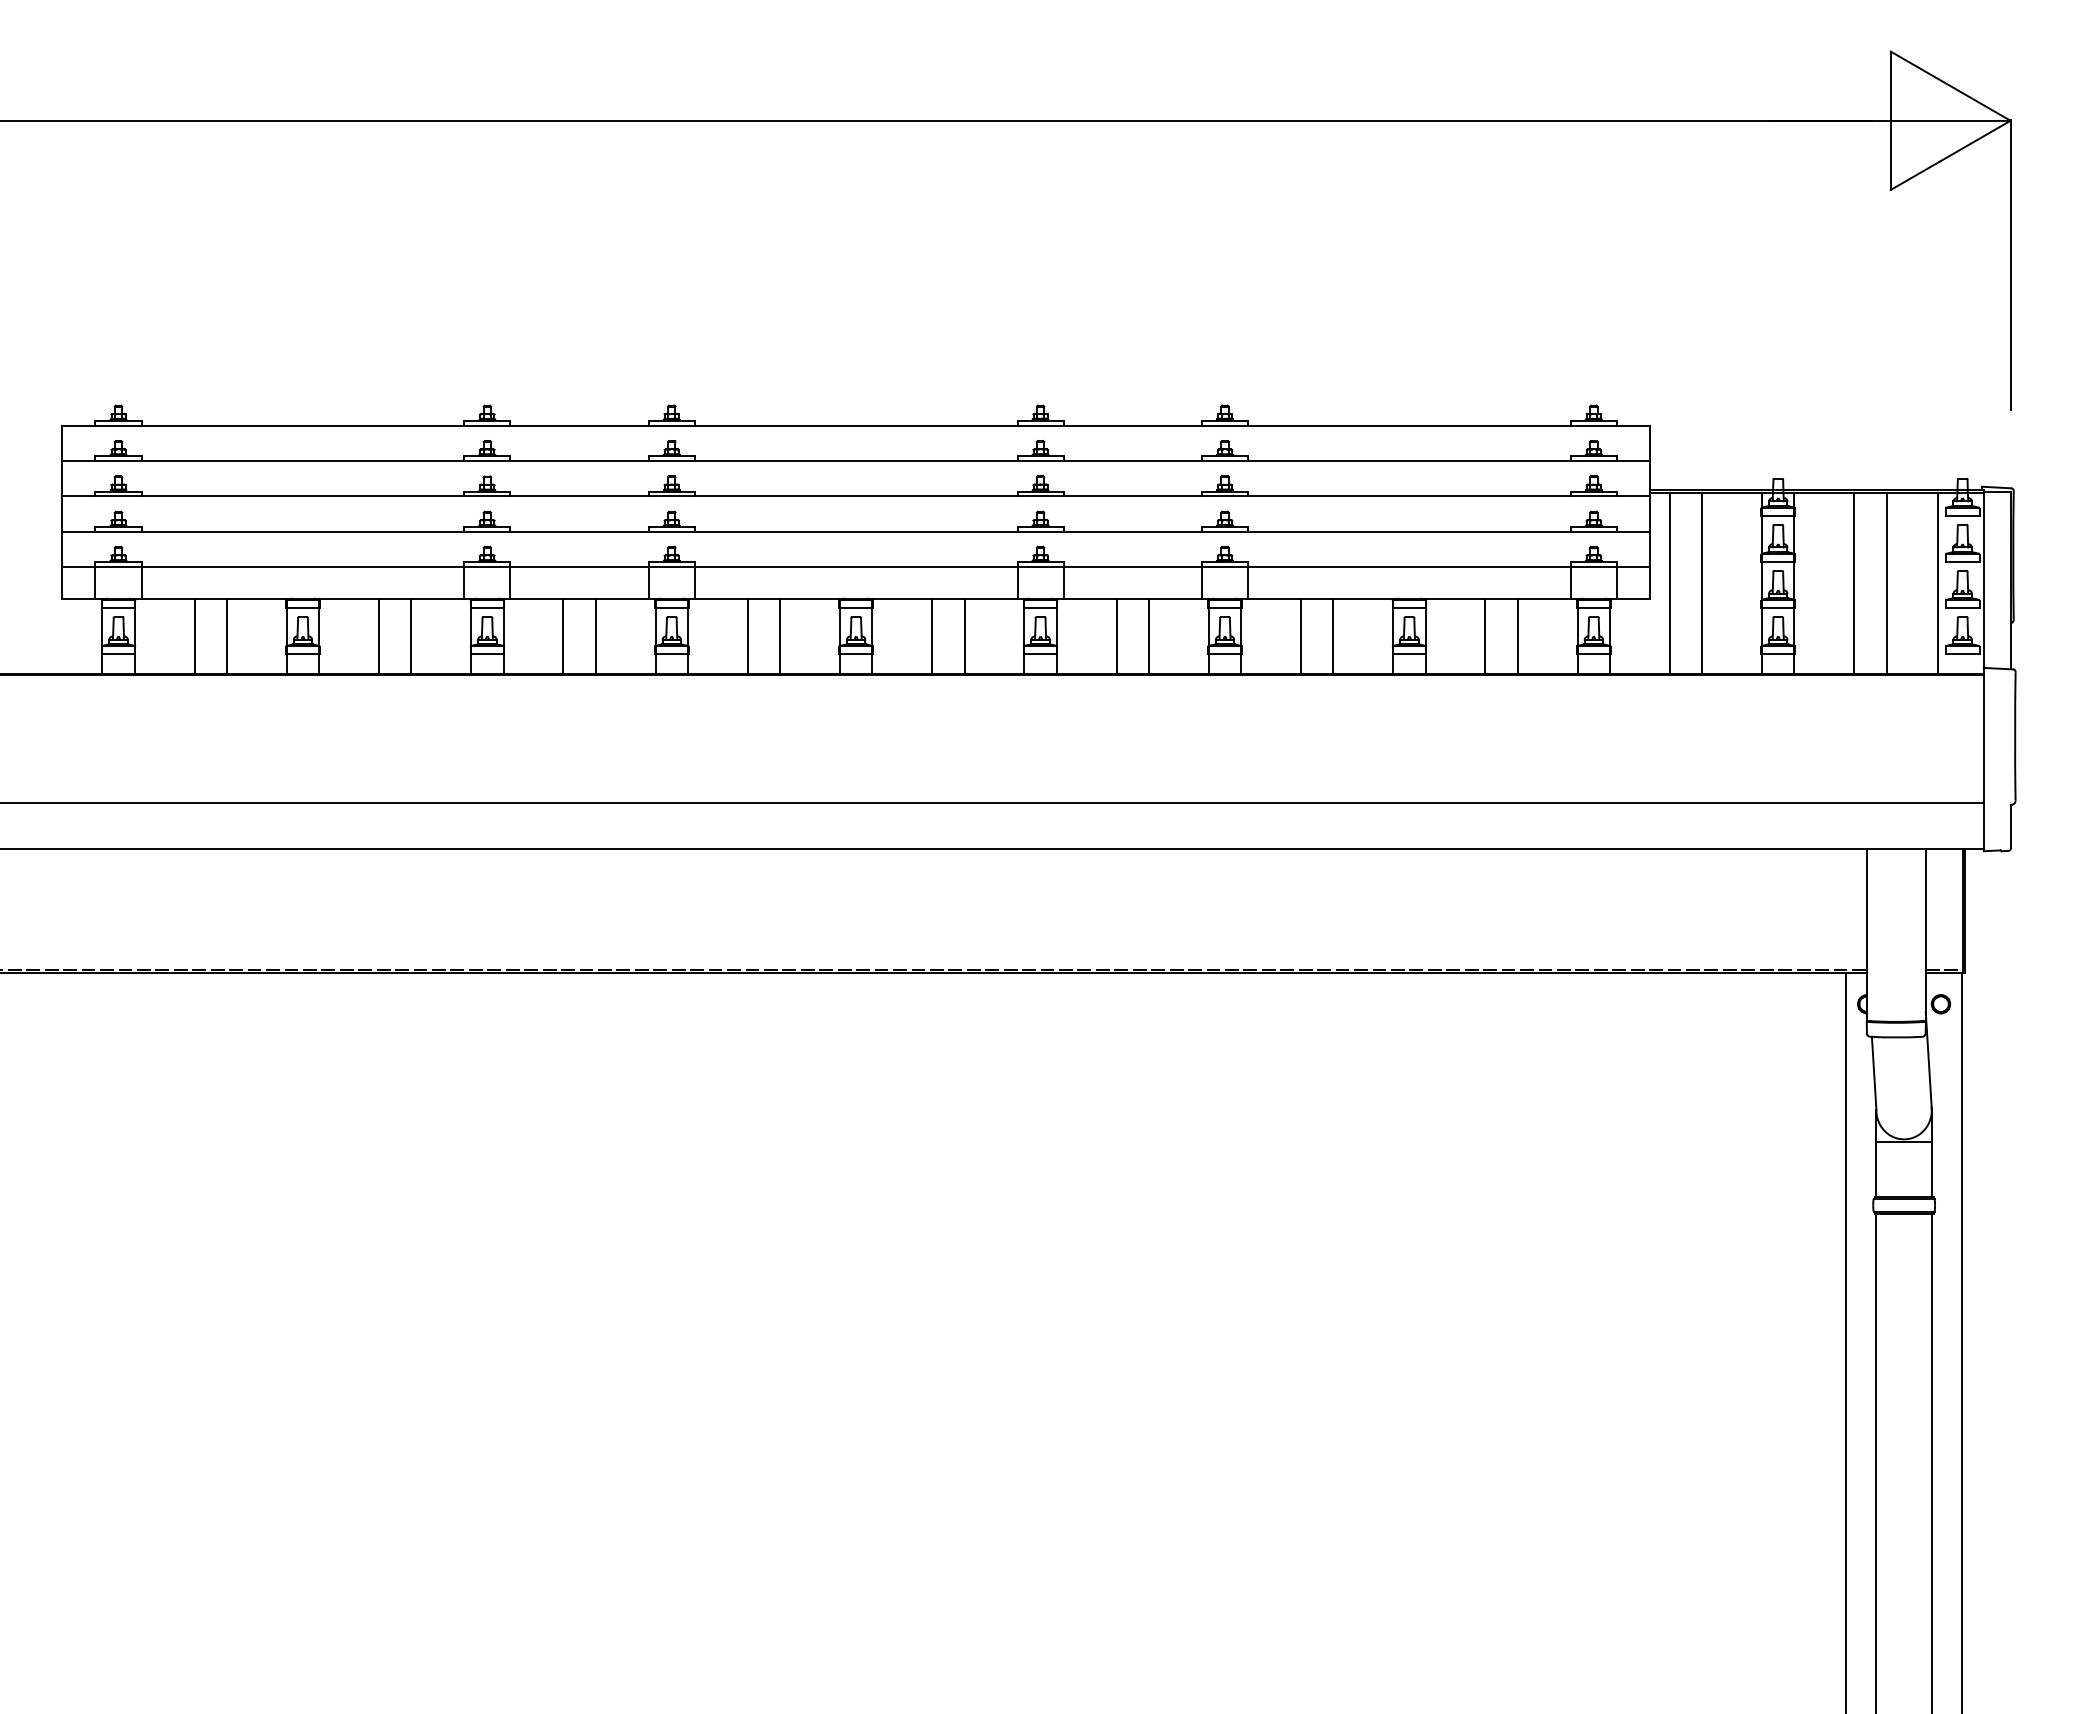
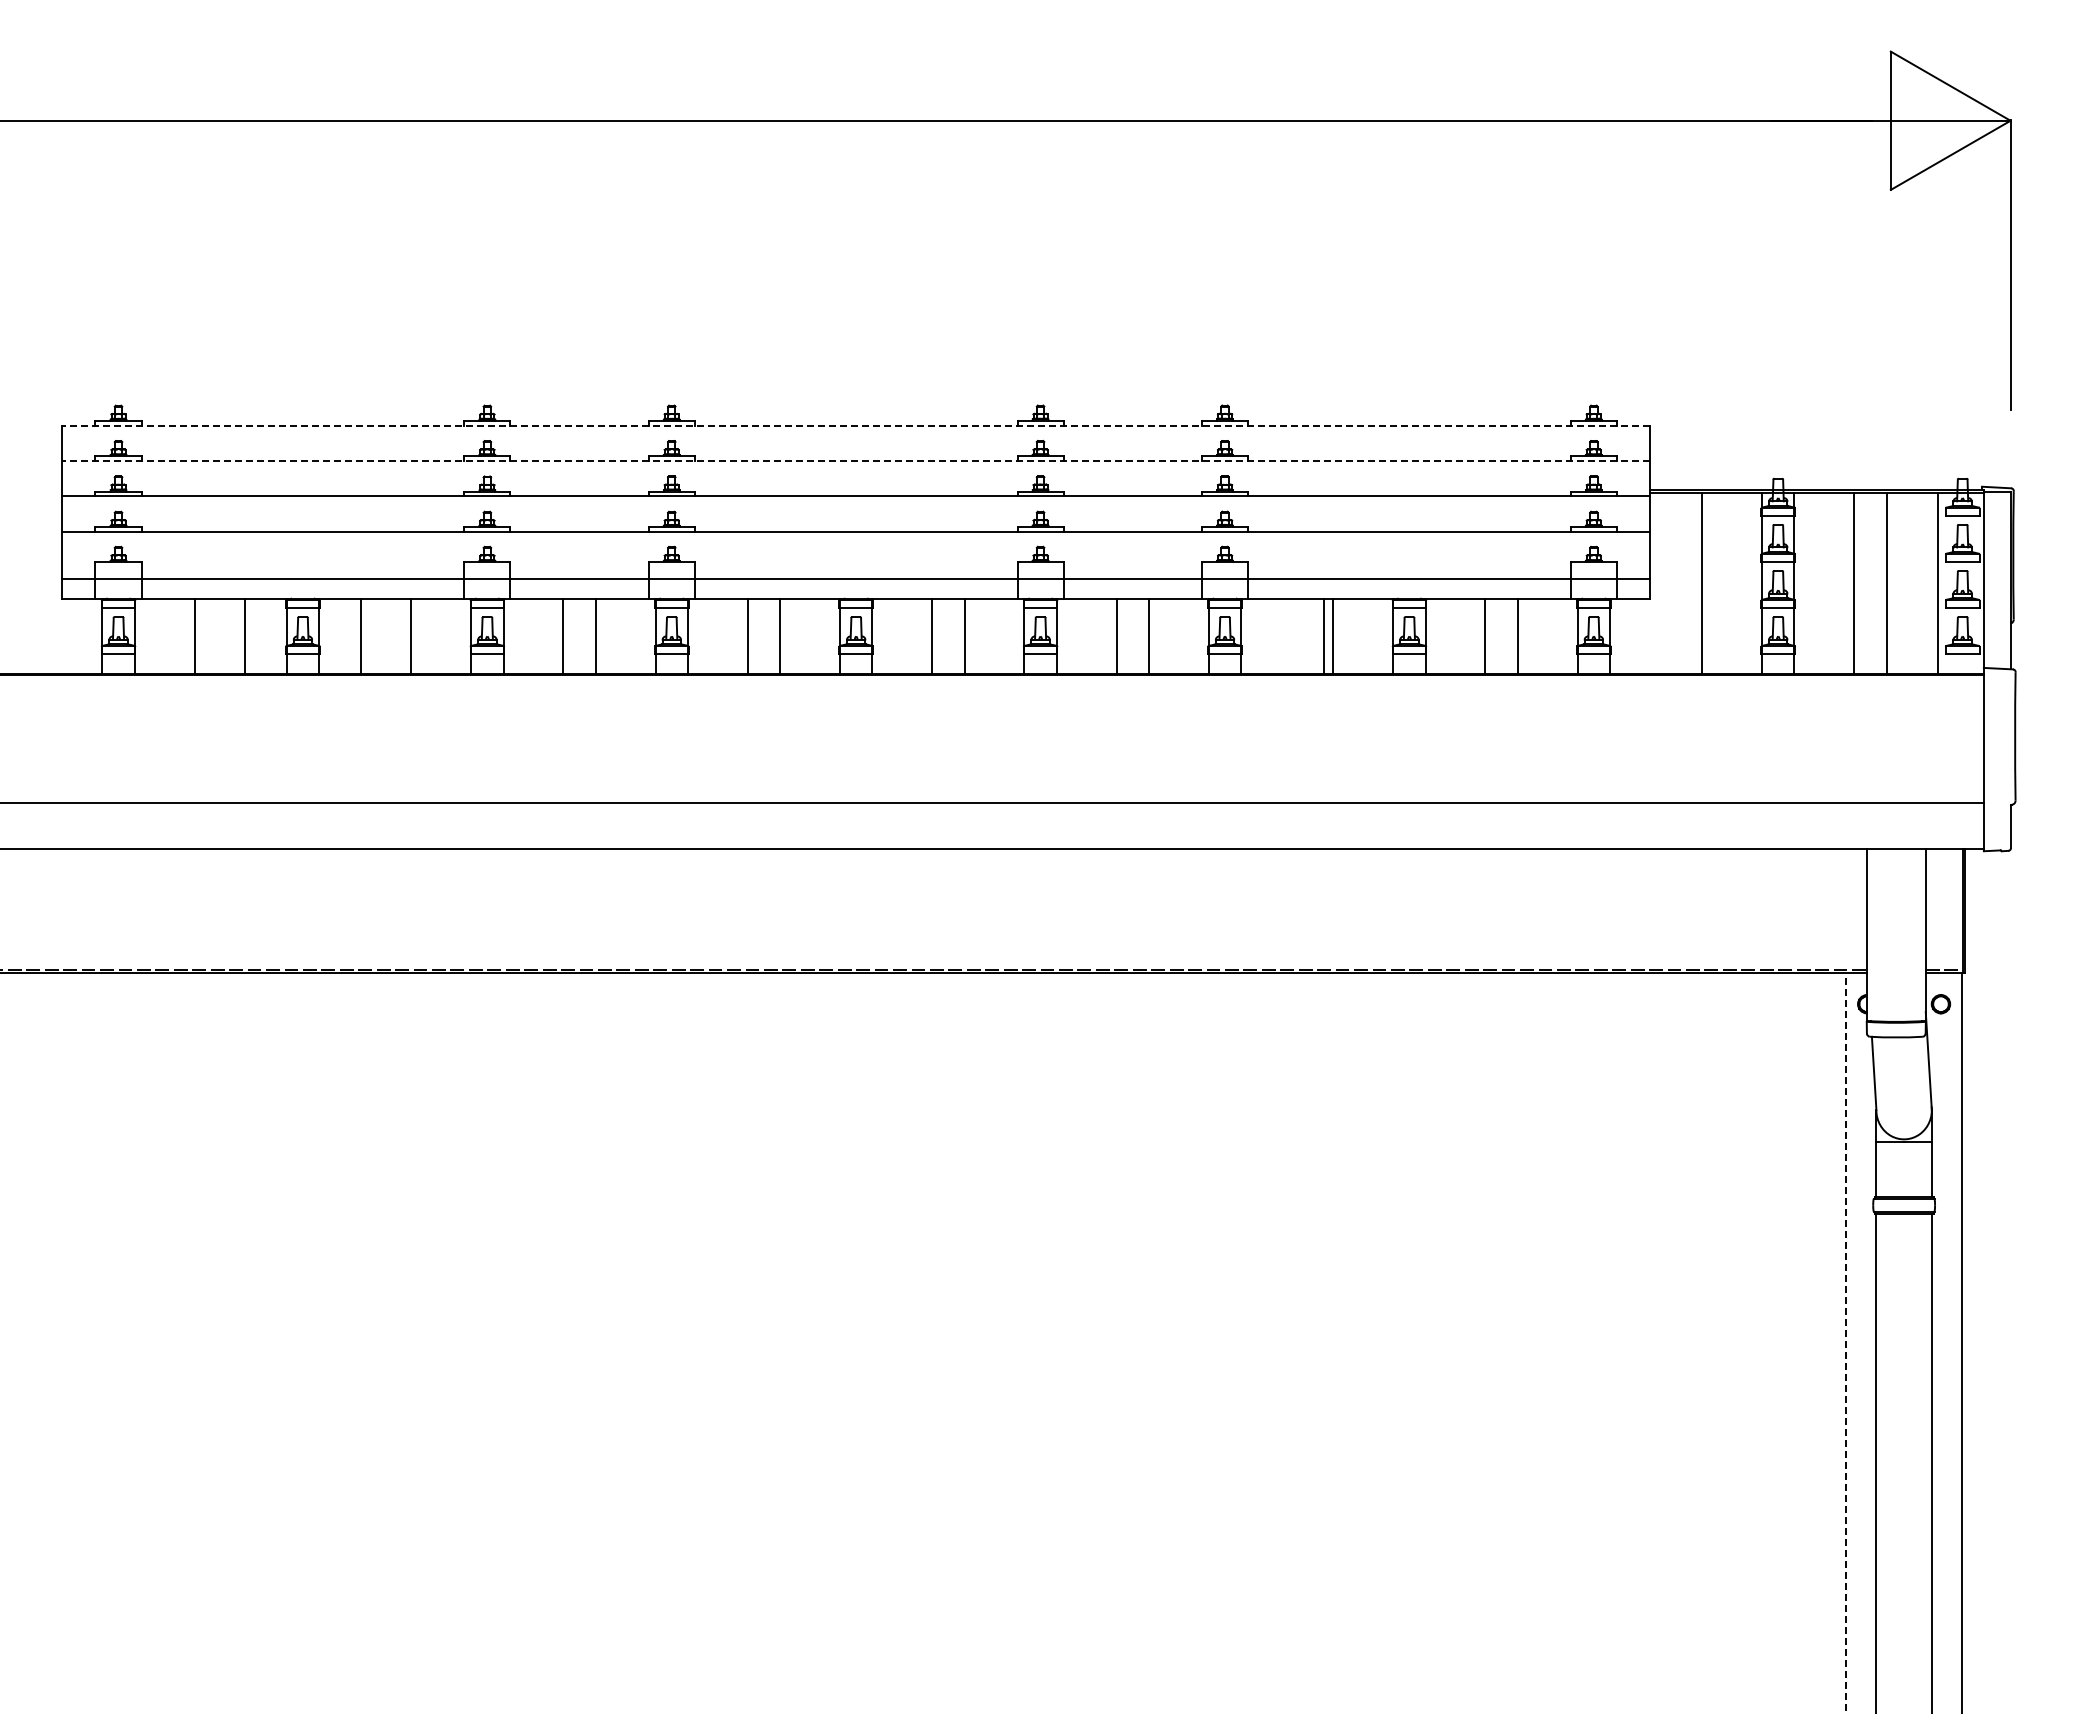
line at (856, 425): solid -> dashed
line at (856, 460): solid -> dashed
line at (856, 566) position: (856, 566) -> (856, 578)
line at (1669, 582): present -> none
line at (226, 635) position: (226, 635) -> (244, 635)
line at (379, 635) position: (379, 635) -> (361, 635)
line at (1301, 635) position: (1301, 635) -> (1324, 635)
line at (1846, 1342): solid -> dashed
